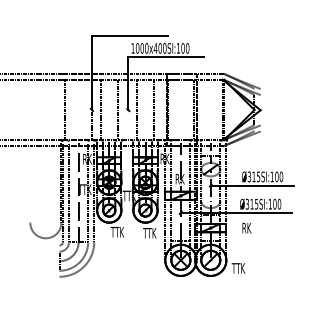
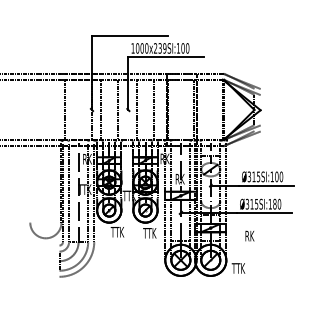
text at (159, 48): 1000x400SI:100 -> 1000x239SI:100
text at (274, 204): Ø315SI:100 -> Ø315SI:180
text at (246, 227) position: (246, 227) -> (249, 235)
